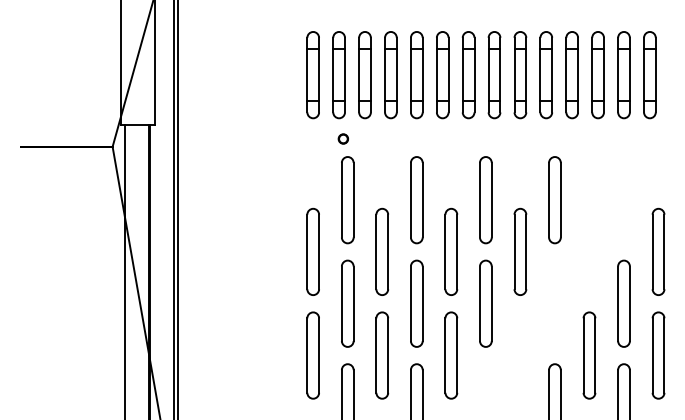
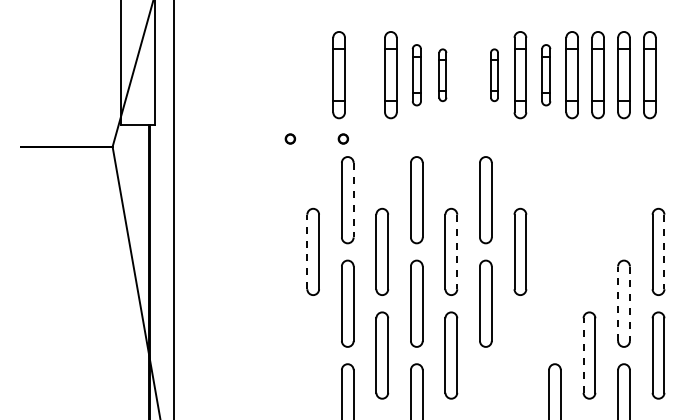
part at (312, 75): present -> none
part at (364, 75): present -> none
part at (416, 75) size: 14x89 px -> 11x63 px
part at (442, 75) size: 14x89 px -> 10x54 px
part at (468, 75): present -> none
part at (494, 75) size: 15x89 px -> 9x55 px
part at (545, 75) size: 14x89 px -> 11x63 px
part at (289, 138): none -> present
line at (353, 200): solid -> dashed
part at (554, 200): present -> none
line at (177, 209): present -> none
line at (307, 251): solid -> dashed
line at (457, 252): solid -> dashed
line at (664, 252): solid -> dashed
line at (124, 270): present -> none
line at (618, 303): solid -> dashed
line at (629, 304): solid -> dashed
part at (312, 355): present -> none
line at (583, 355): solid -> dashed
